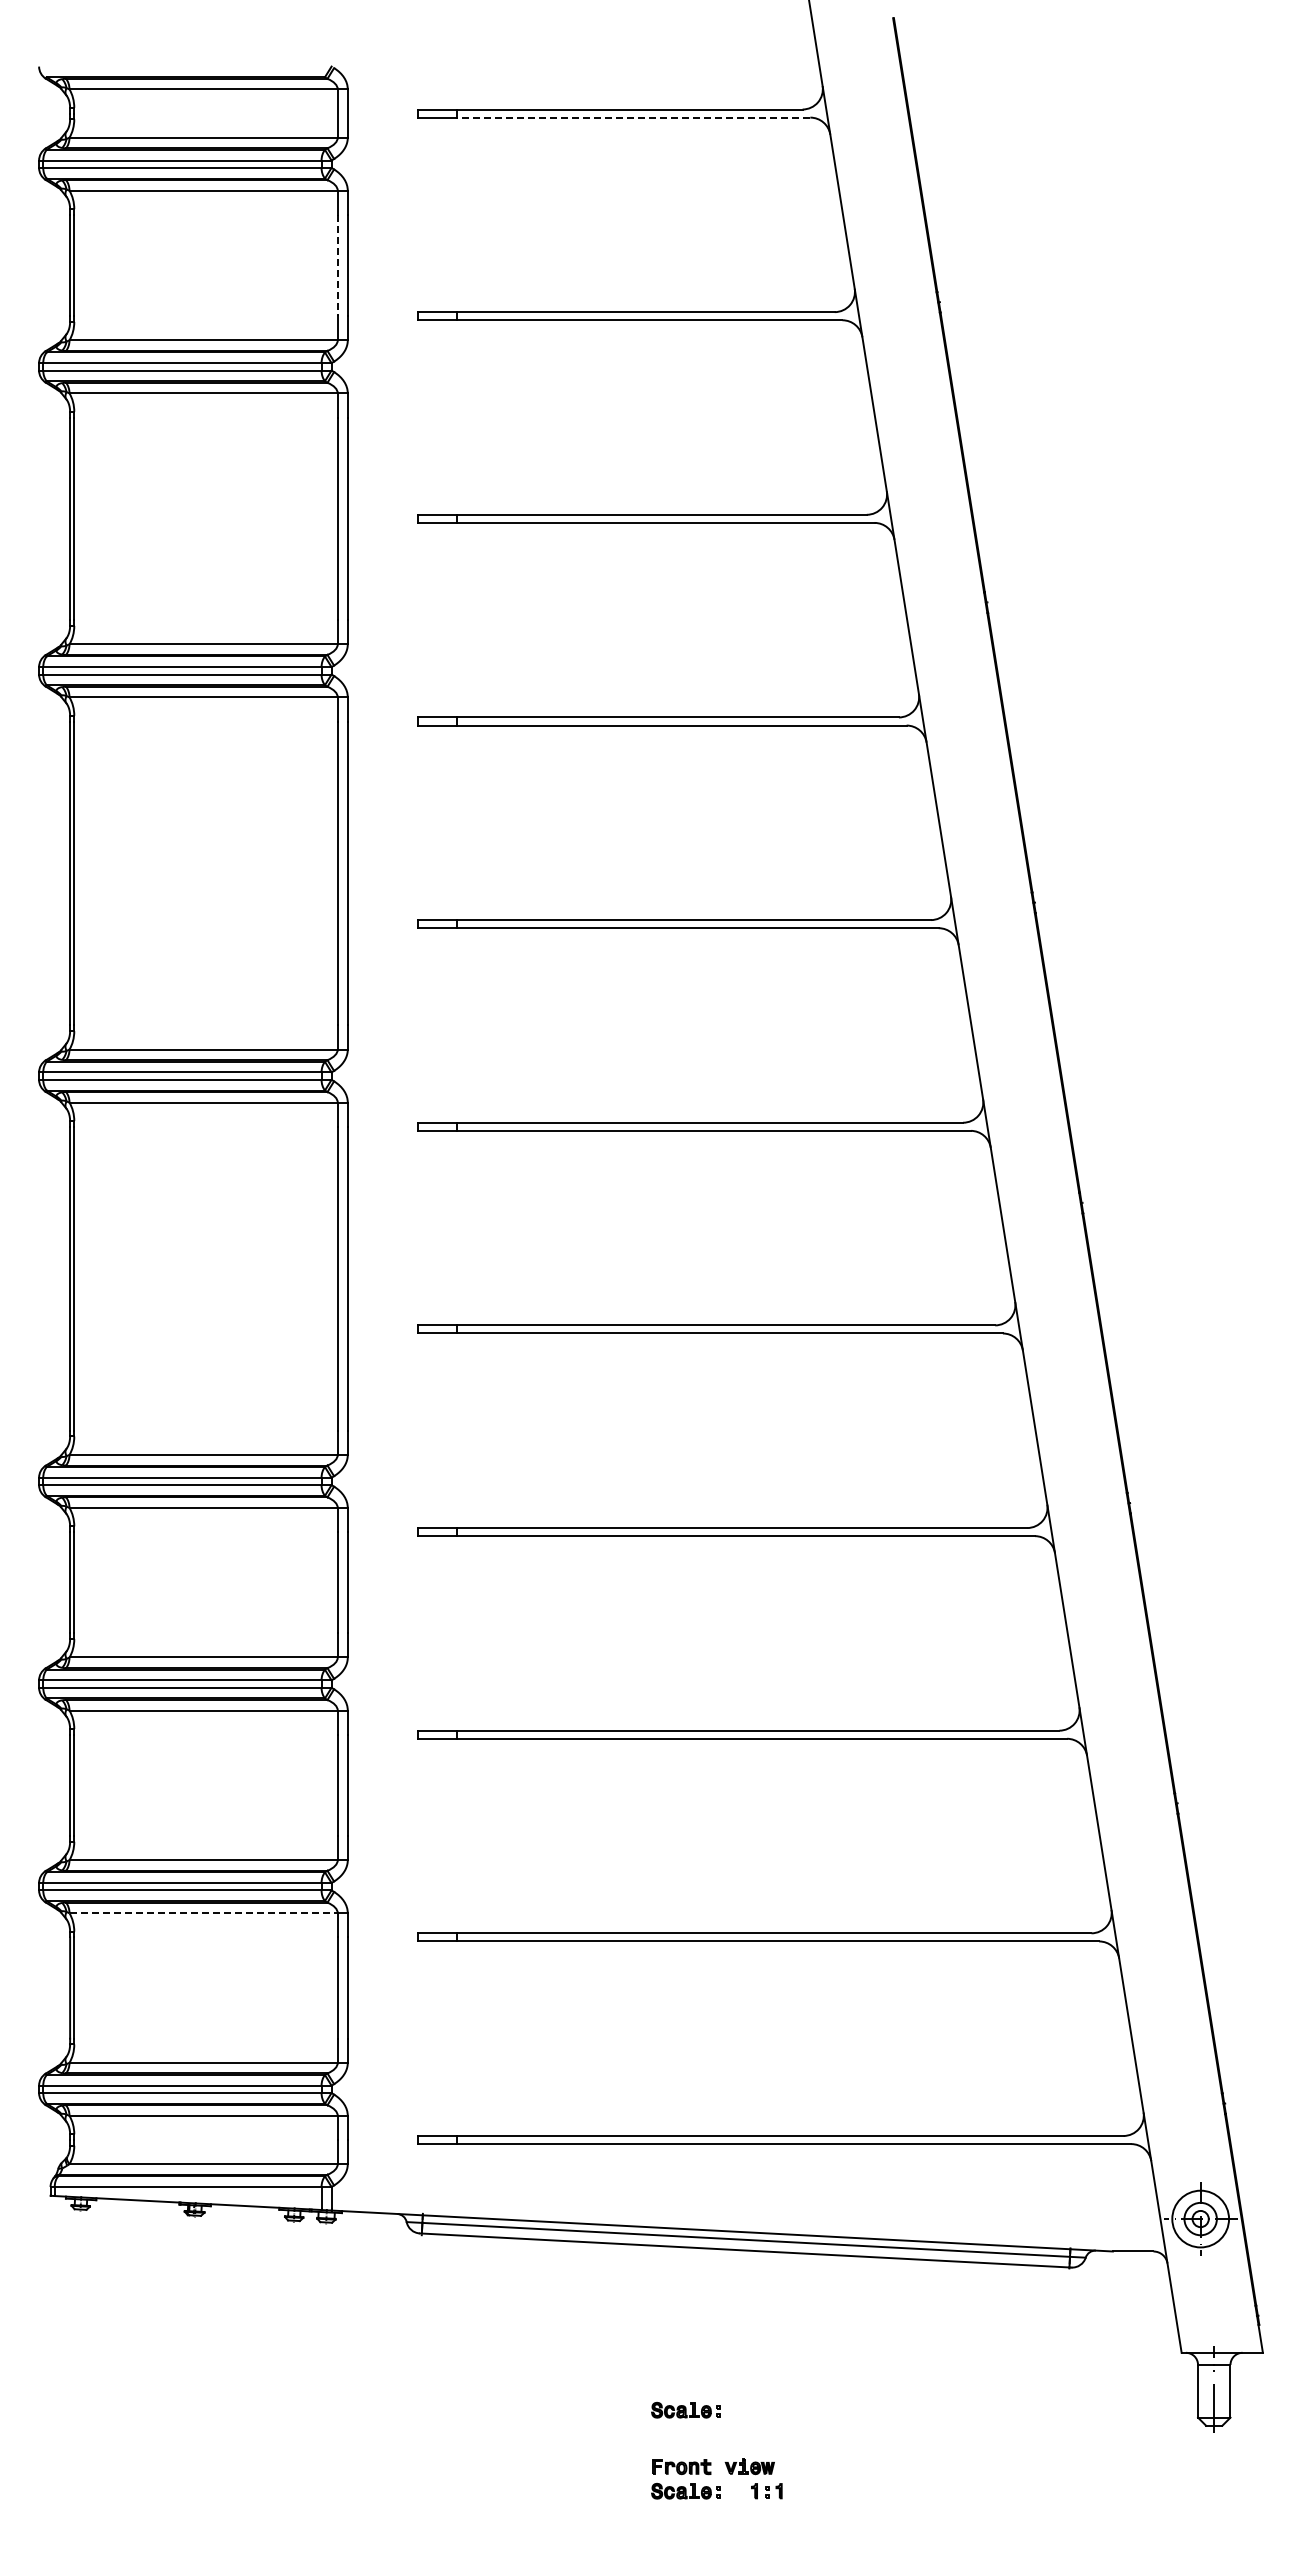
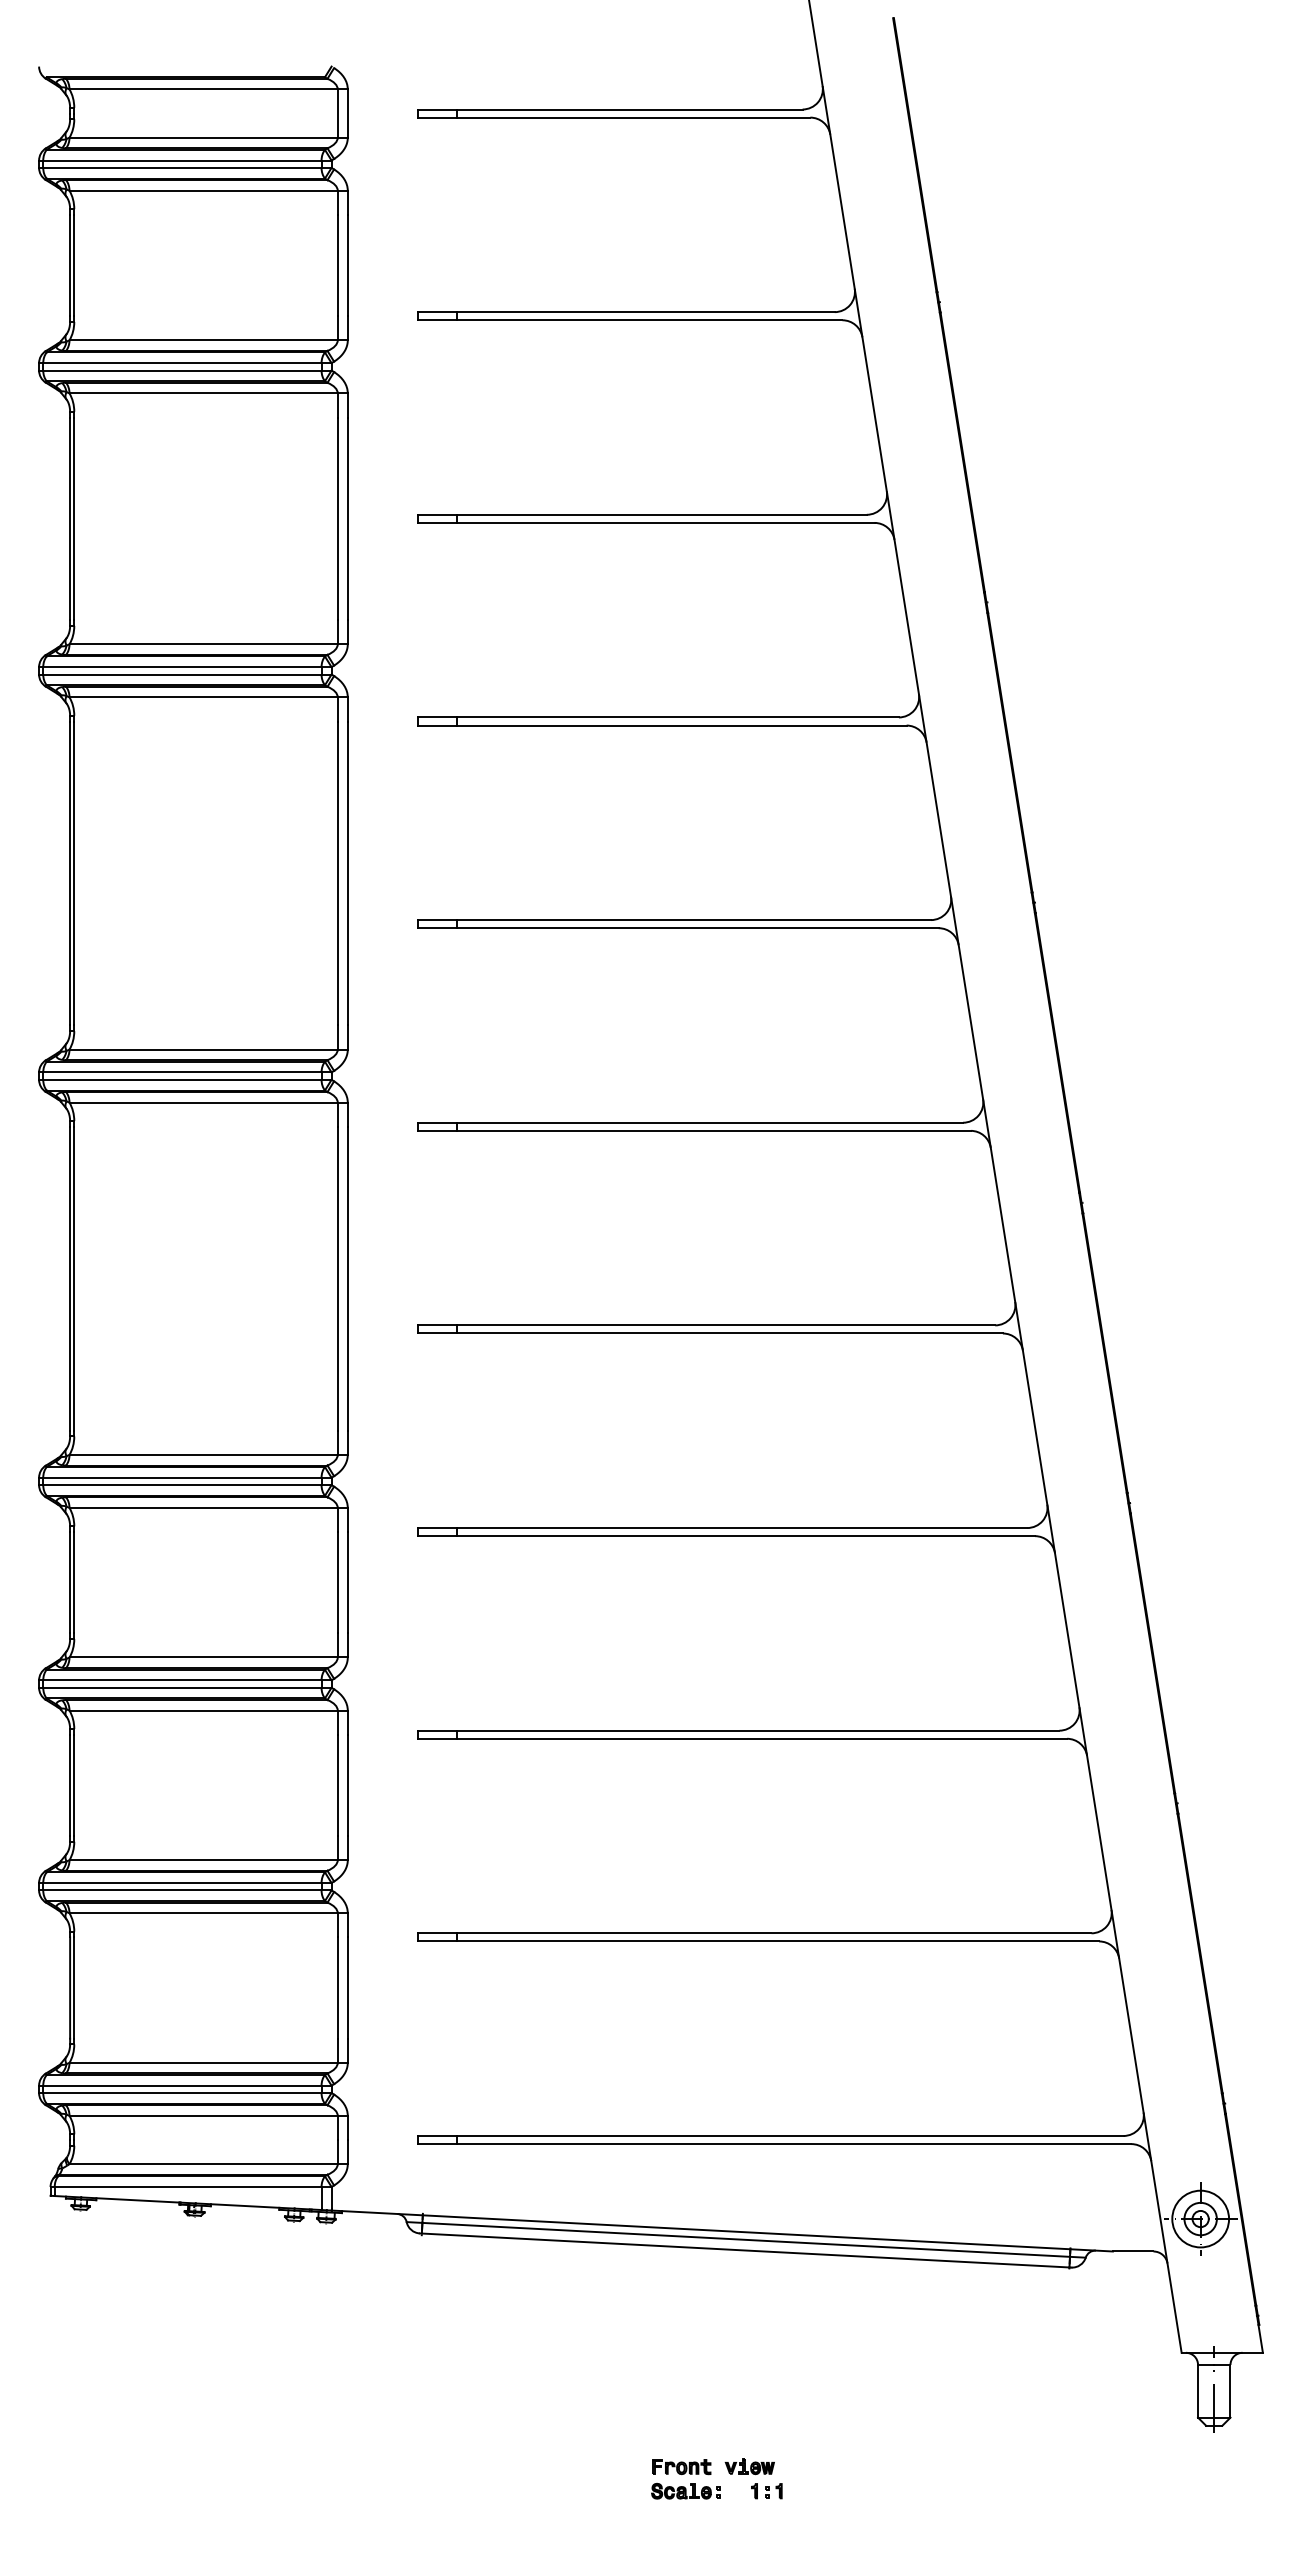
line at (633, 117): dashed -> solid
line at (337, 265): dashed -> solid
line at (204, 1913): dashed -> solid
part at (685, 2409): present -> none
